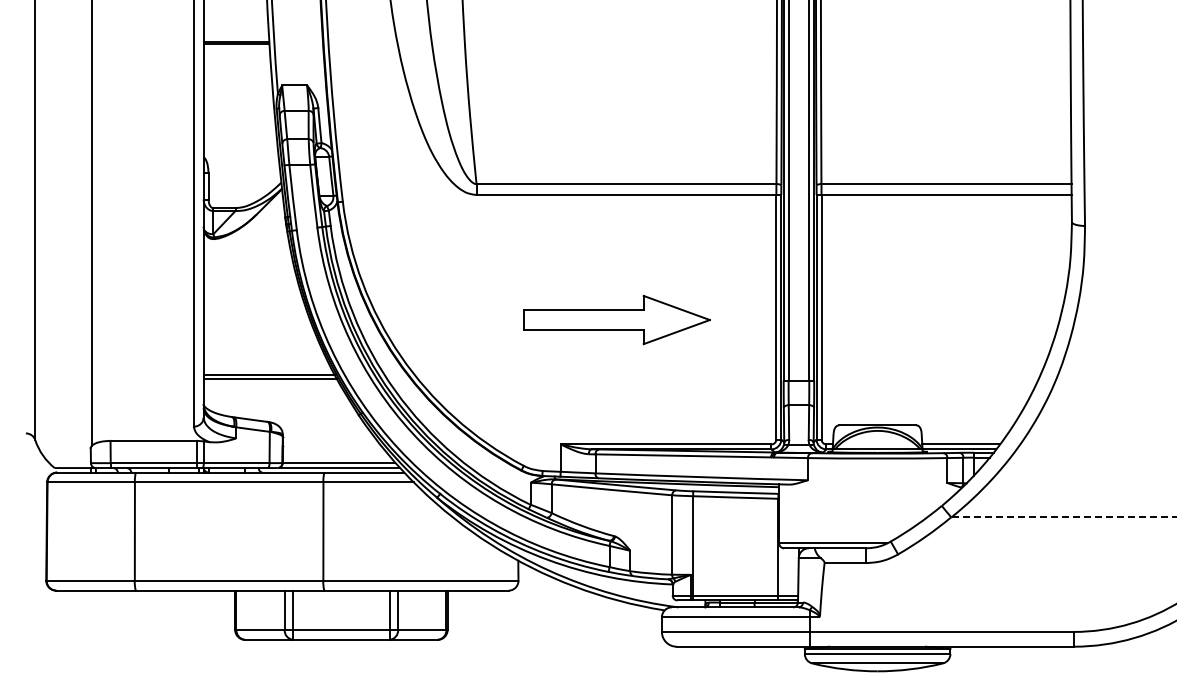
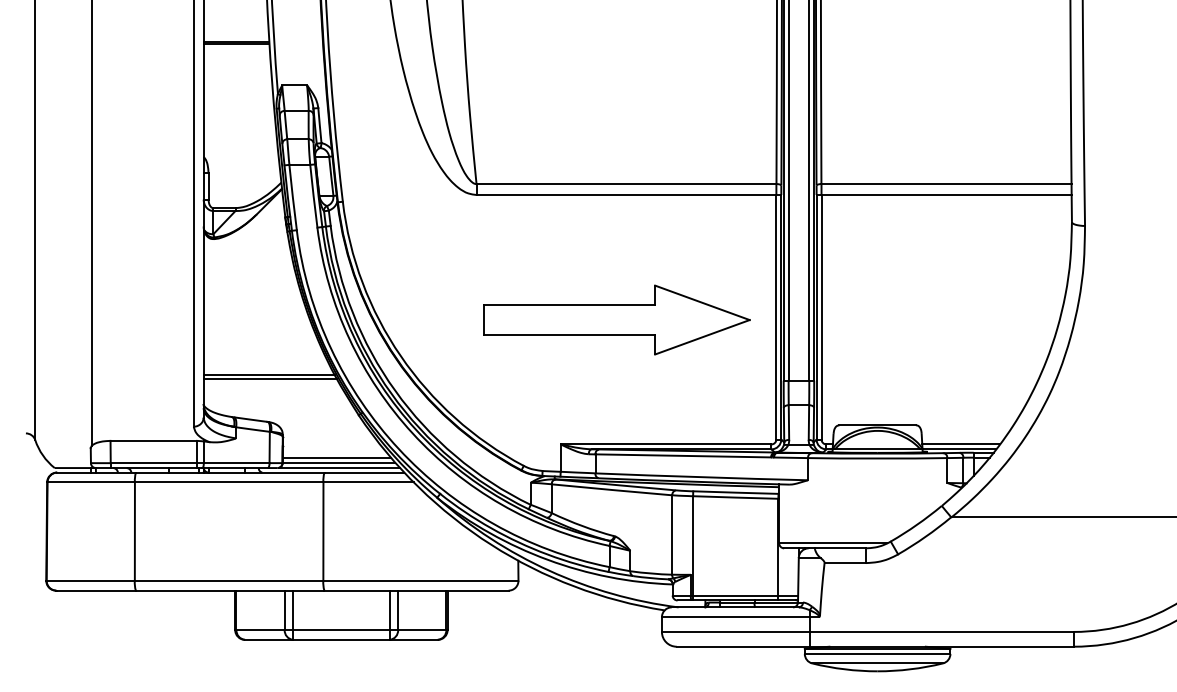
part at (616, 319) size: 188x52 px -> 268x72 px
line at (336, 457): none -> present
line at (1064, 517): dashed -> solid
